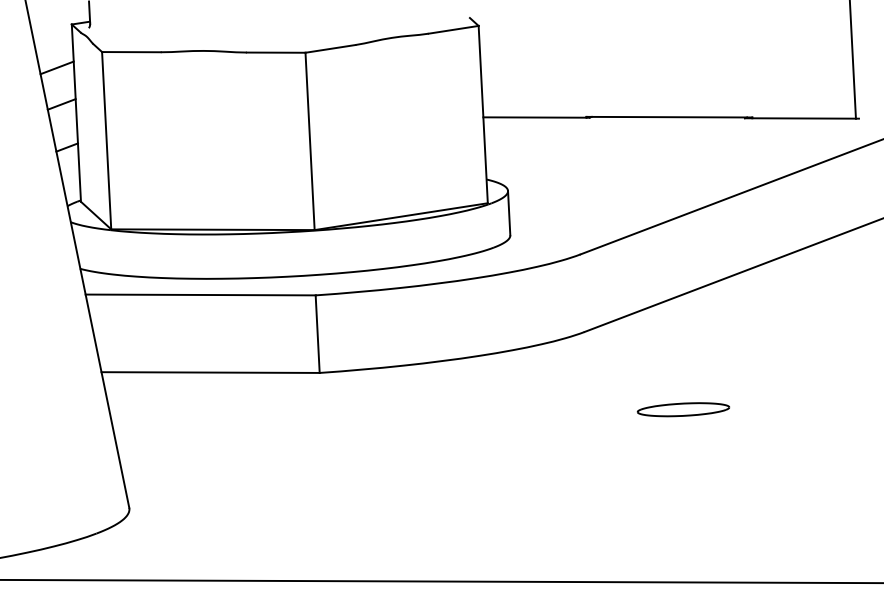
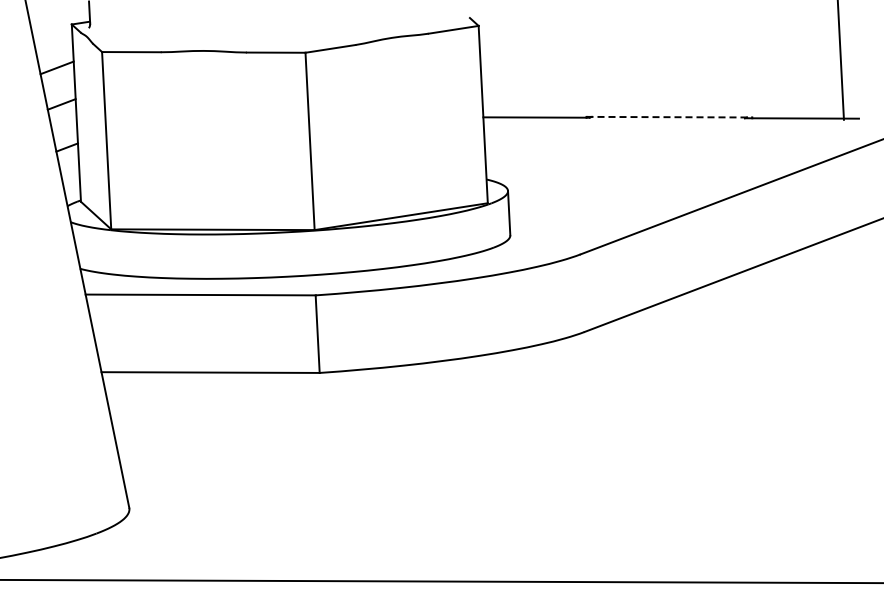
line at (852, 60) position: (852, 60) -> (840, 60)
line at (669, 117): solid -> dashed
part at (683, 409): present -> none
